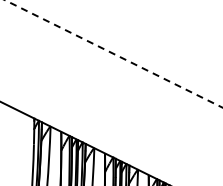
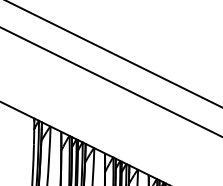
line at (113, 53): dashed -> solid
line at (110, 81): none -> present
